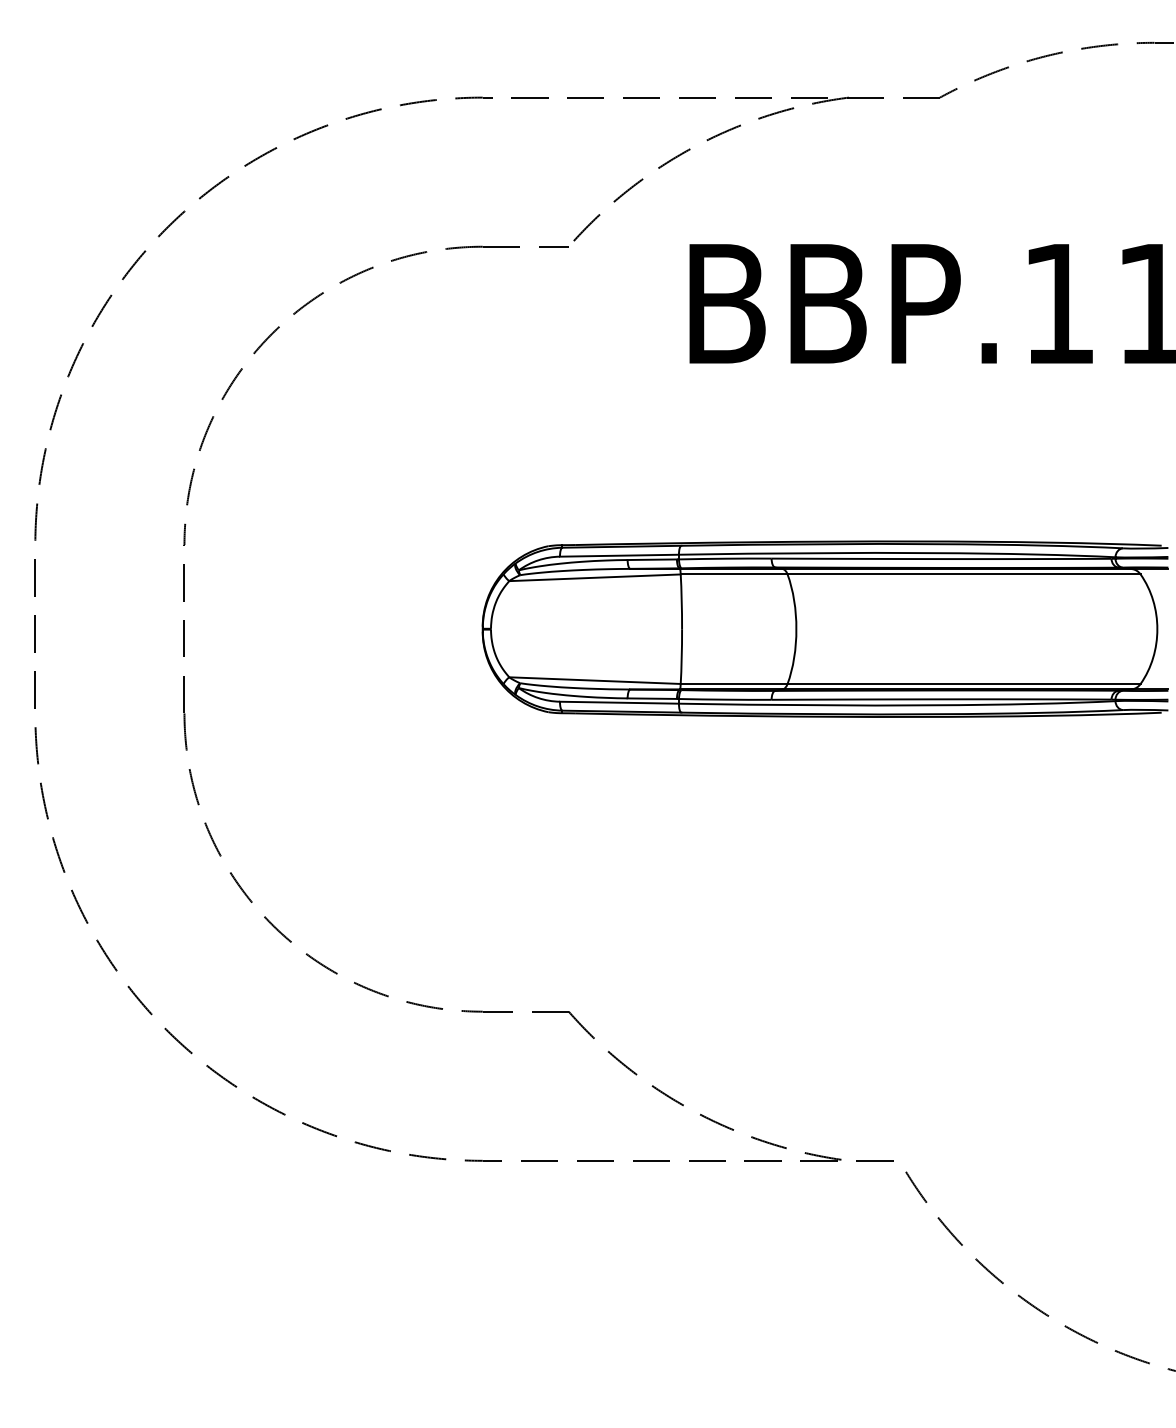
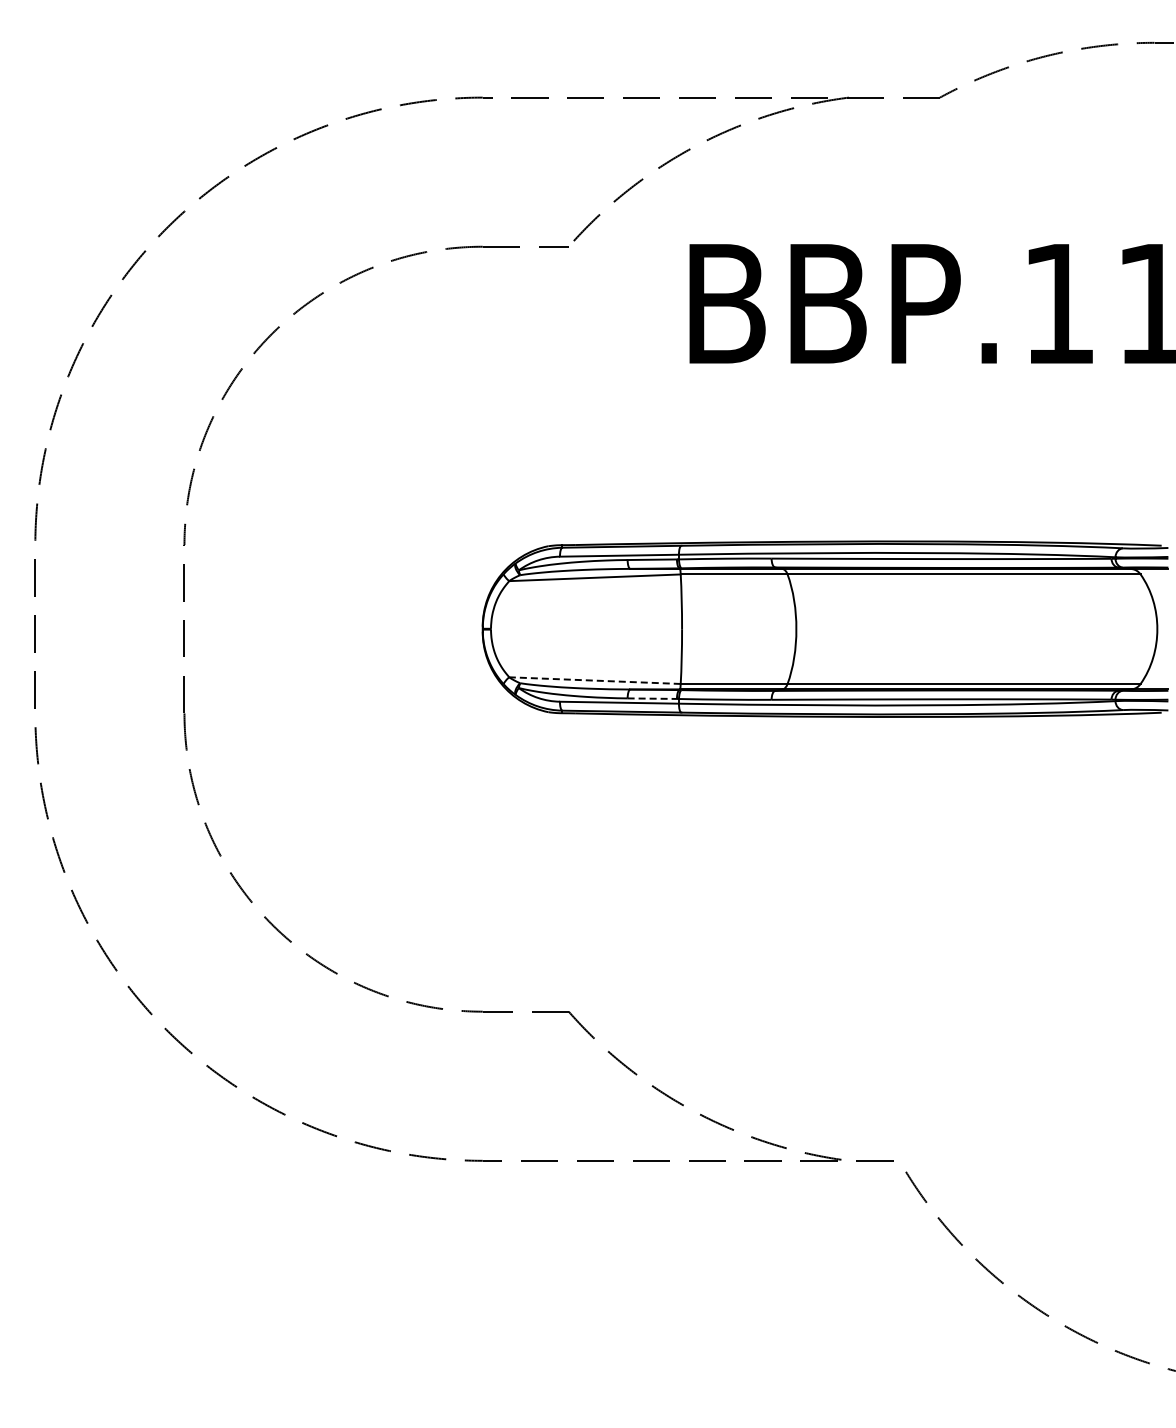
line at (594, 680): solid -> dashed
line at (652, 698): solid -> dashed
